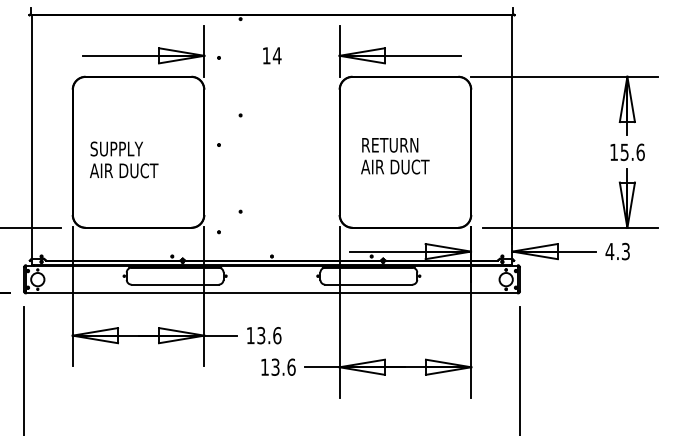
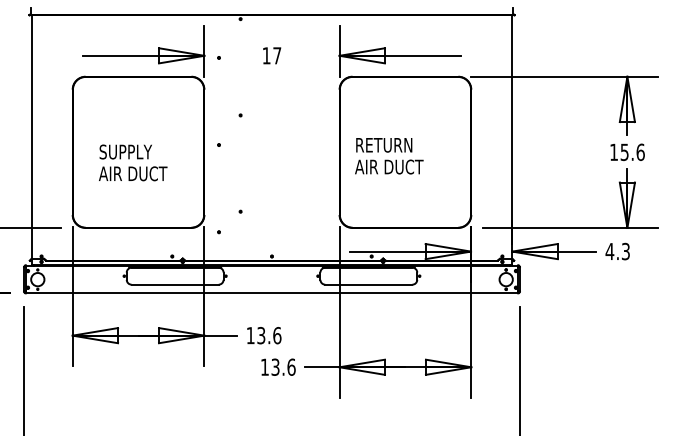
text at (276, 55): 14 -> 17
text at (395, 156) position: (395, 156) -> (389, 156)
text at (124, 159) position: (124, 159) -> (133, 162)
